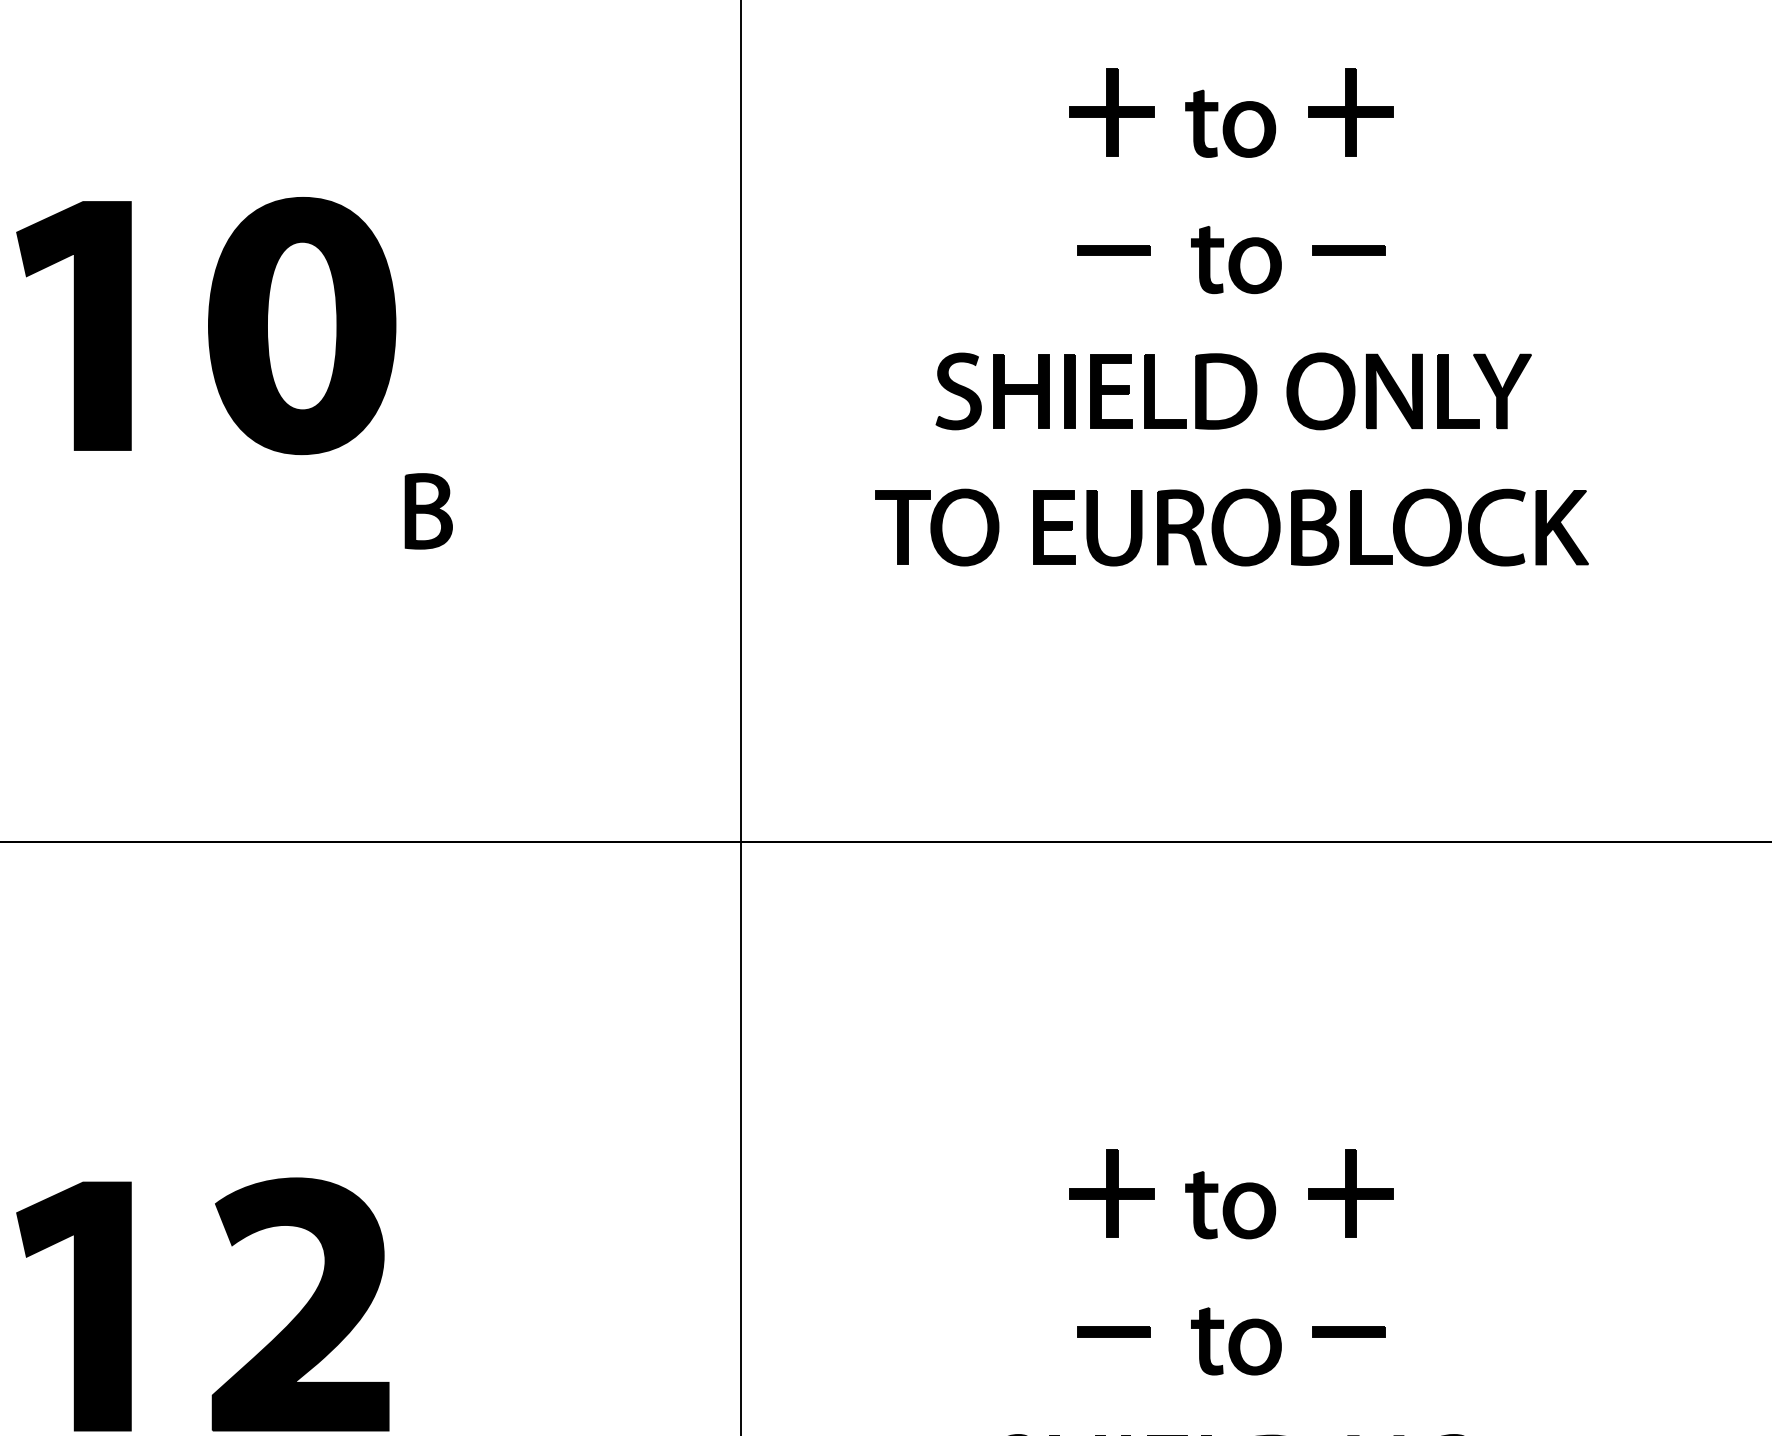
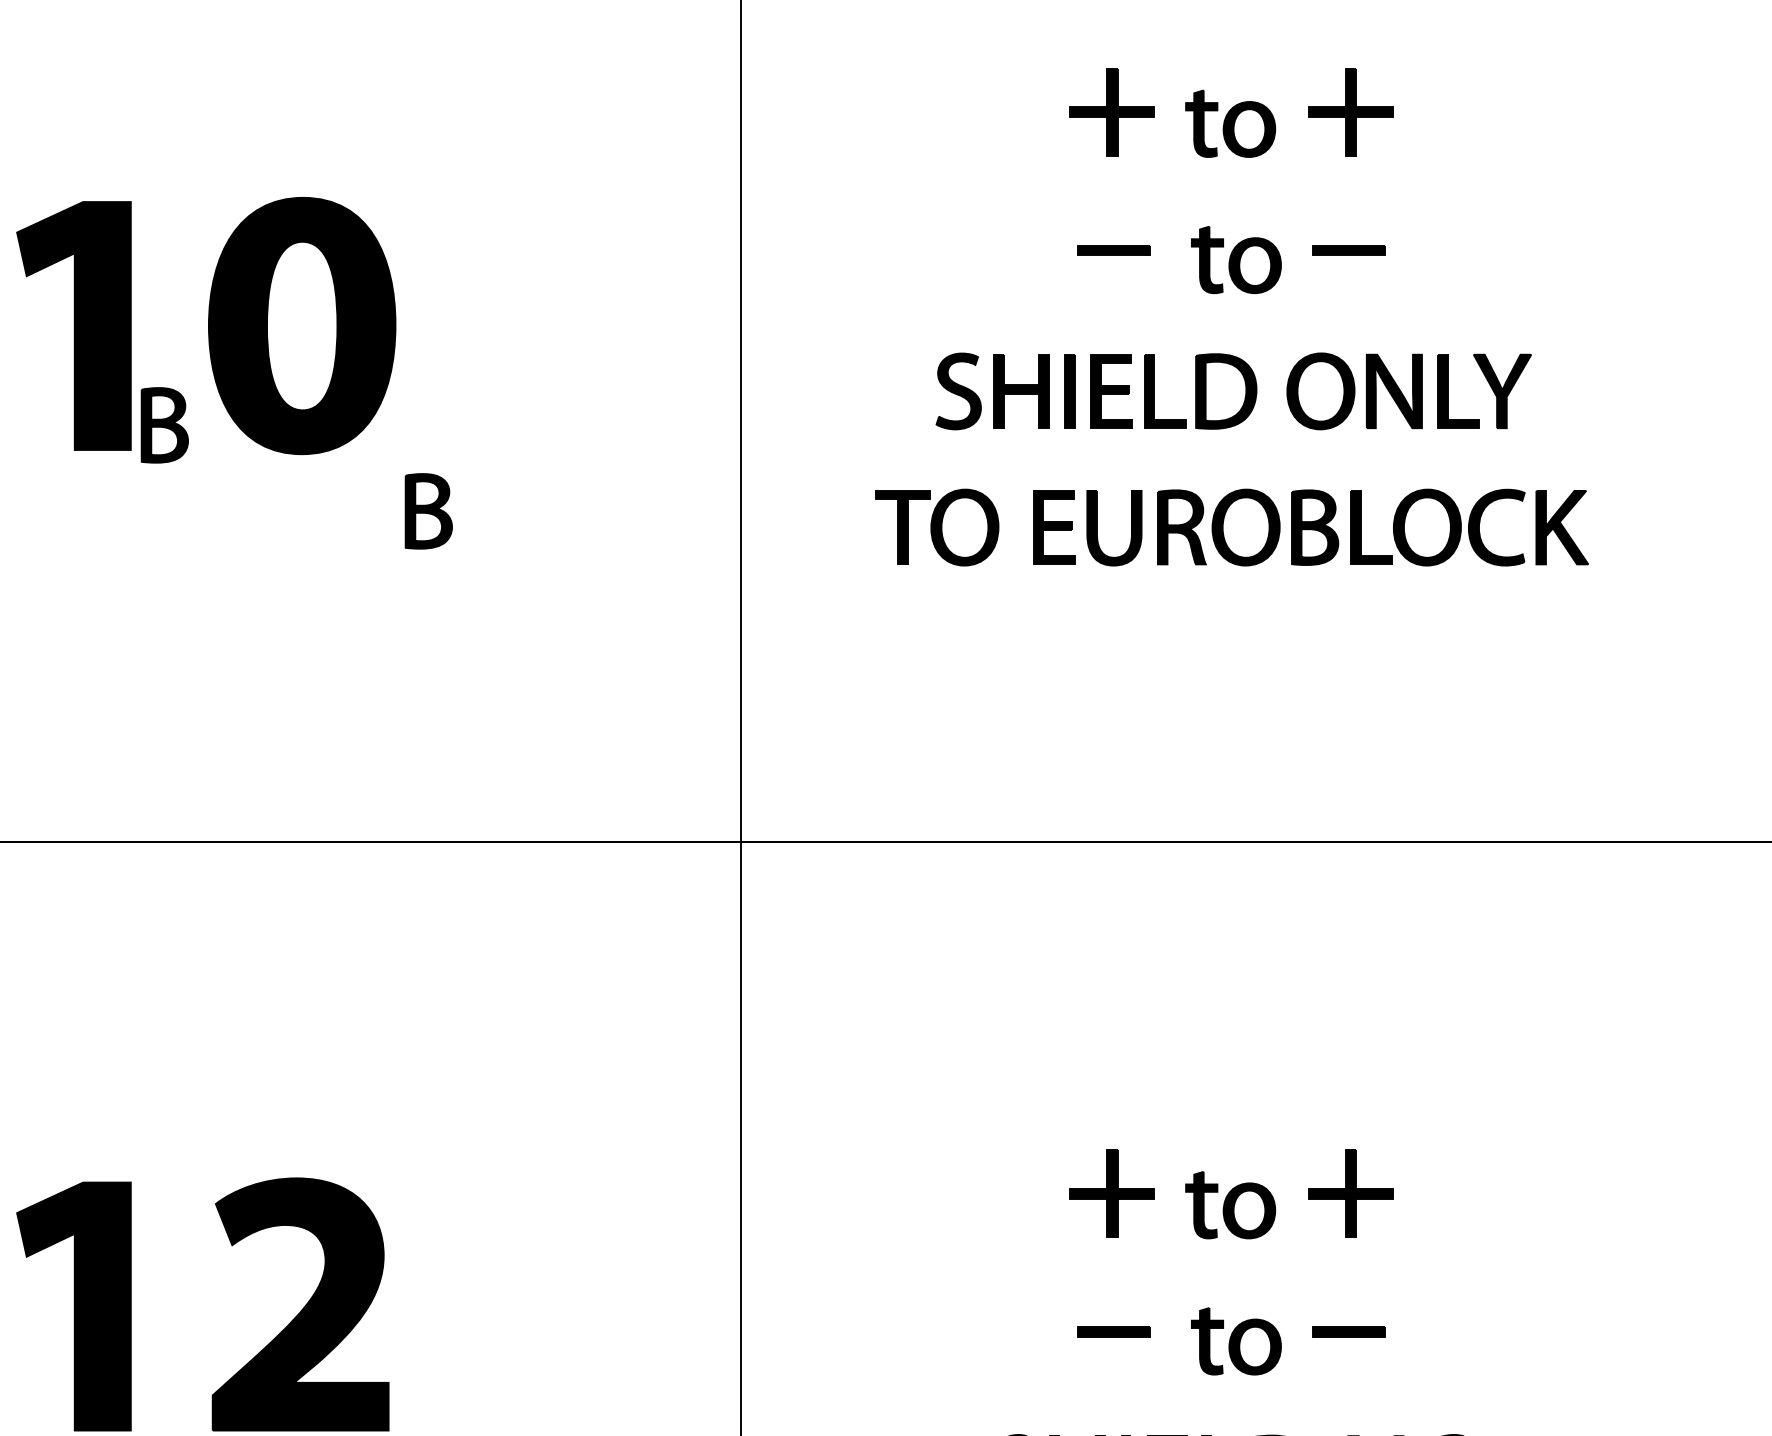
part at (164, 425): none -> present
